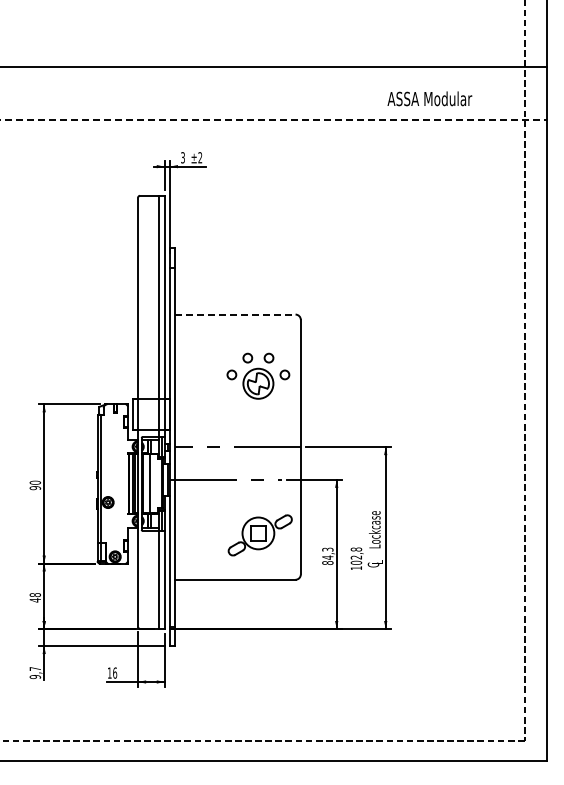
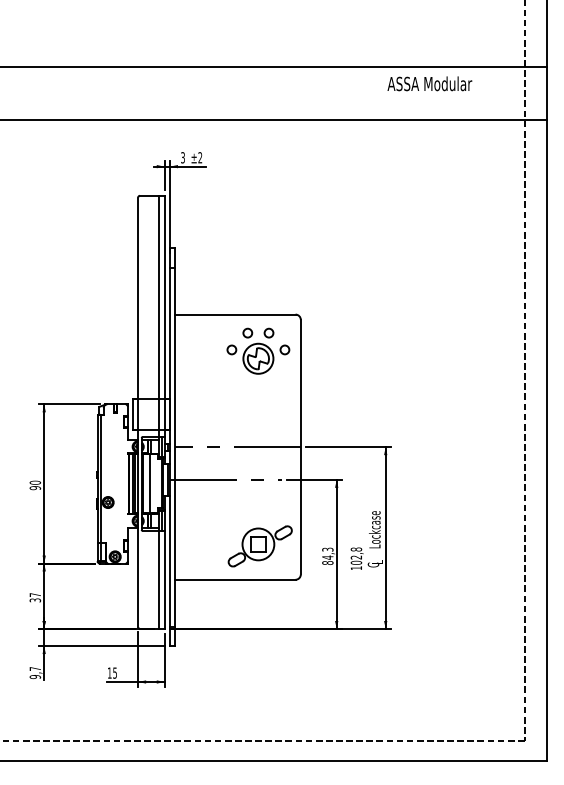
text at (429, 98) position: (429, 98) -> (429, 83)
line at (274, 119): dashed -> solid
line at (235, 314): dashed -> solid
part at (258, 375) position: (258, 375) -> (258, 350)
part at (259, 535) position: (259, 535) -> (259, 546)
text at (35, 597): 48 -> 37
text at (115, 672): 16 -> 15
